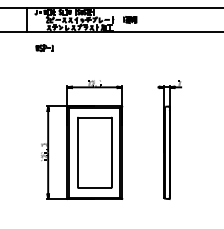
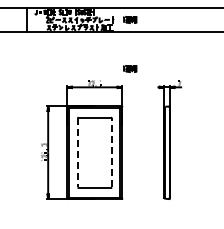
part at (44, 47): present -> none
part at (130, 68): none -> present
line at (78, 152): solid -> dashed
line at (111, 152): solid -> dashed
